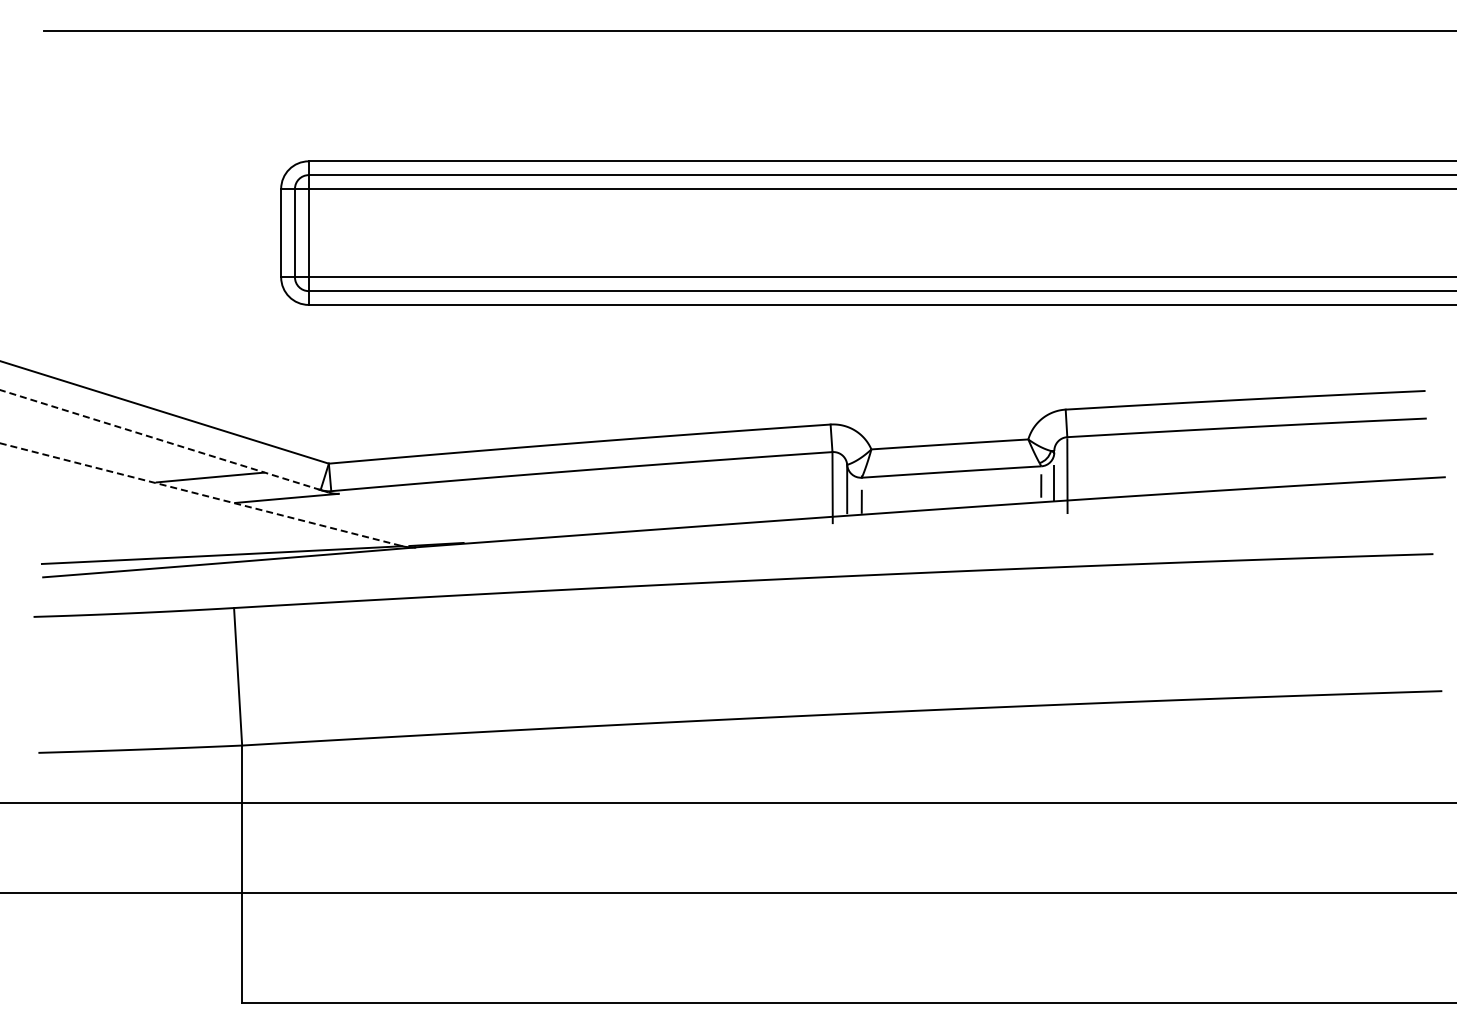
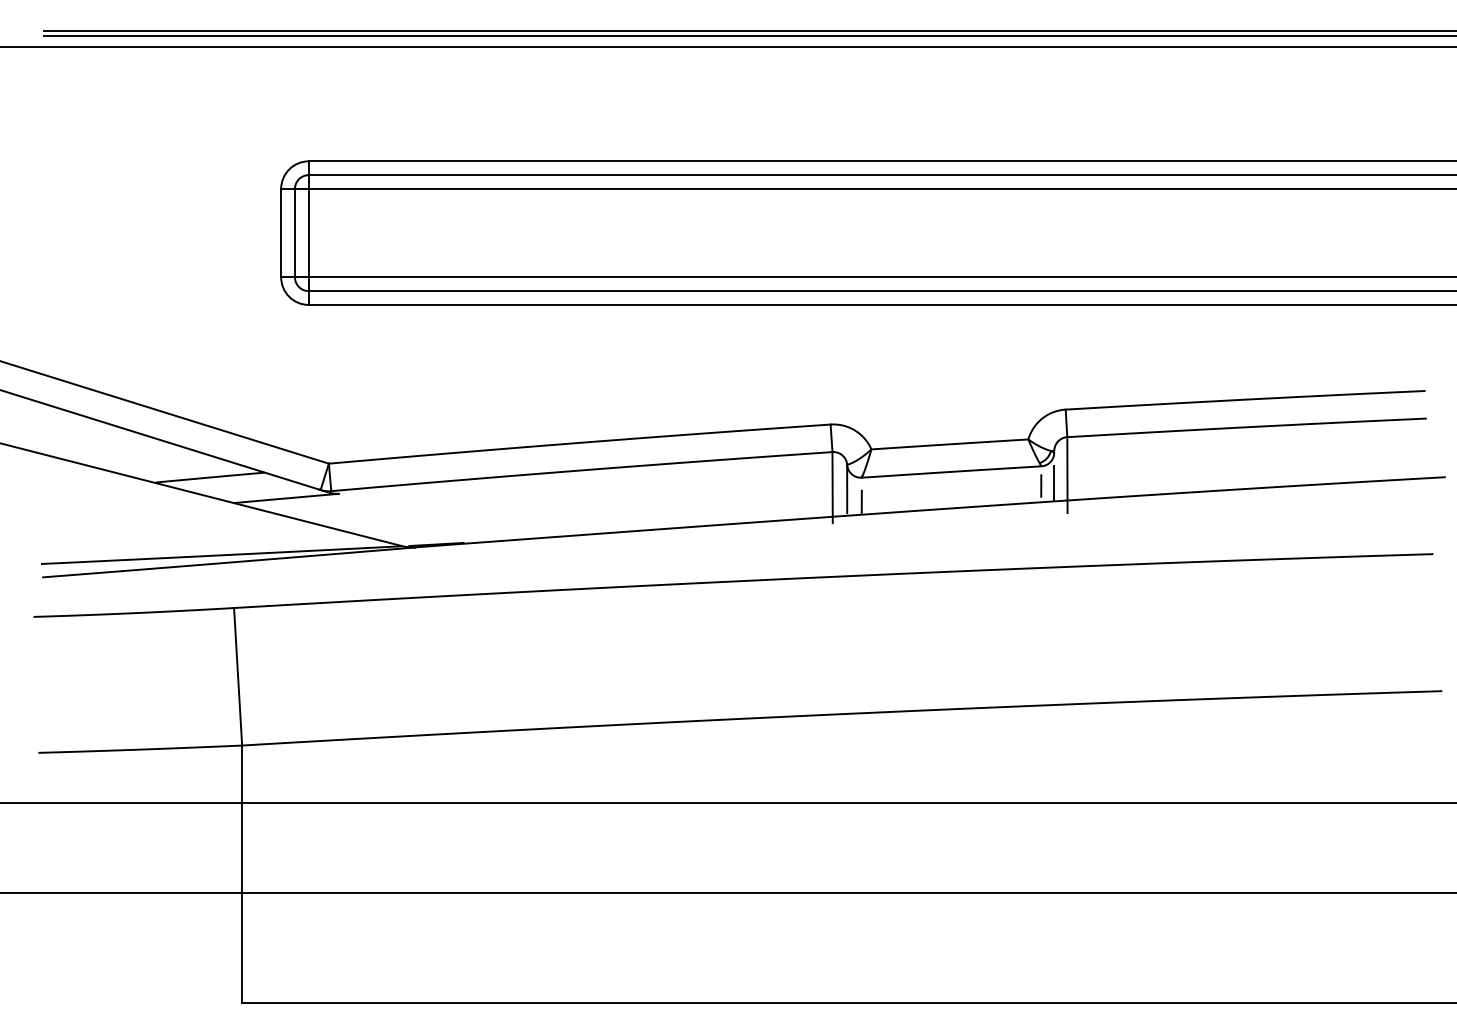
line at (748, 36): none -> present
line at (727, 46): none -> present
line at (160, 440): dashed -> solid
line at (200, 494): dashed -> solid
